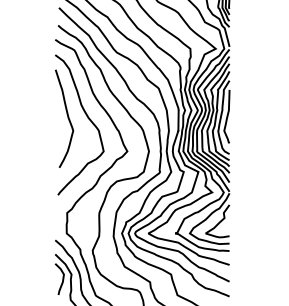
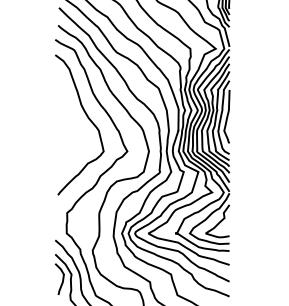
curve at (67, 118): present -> none
